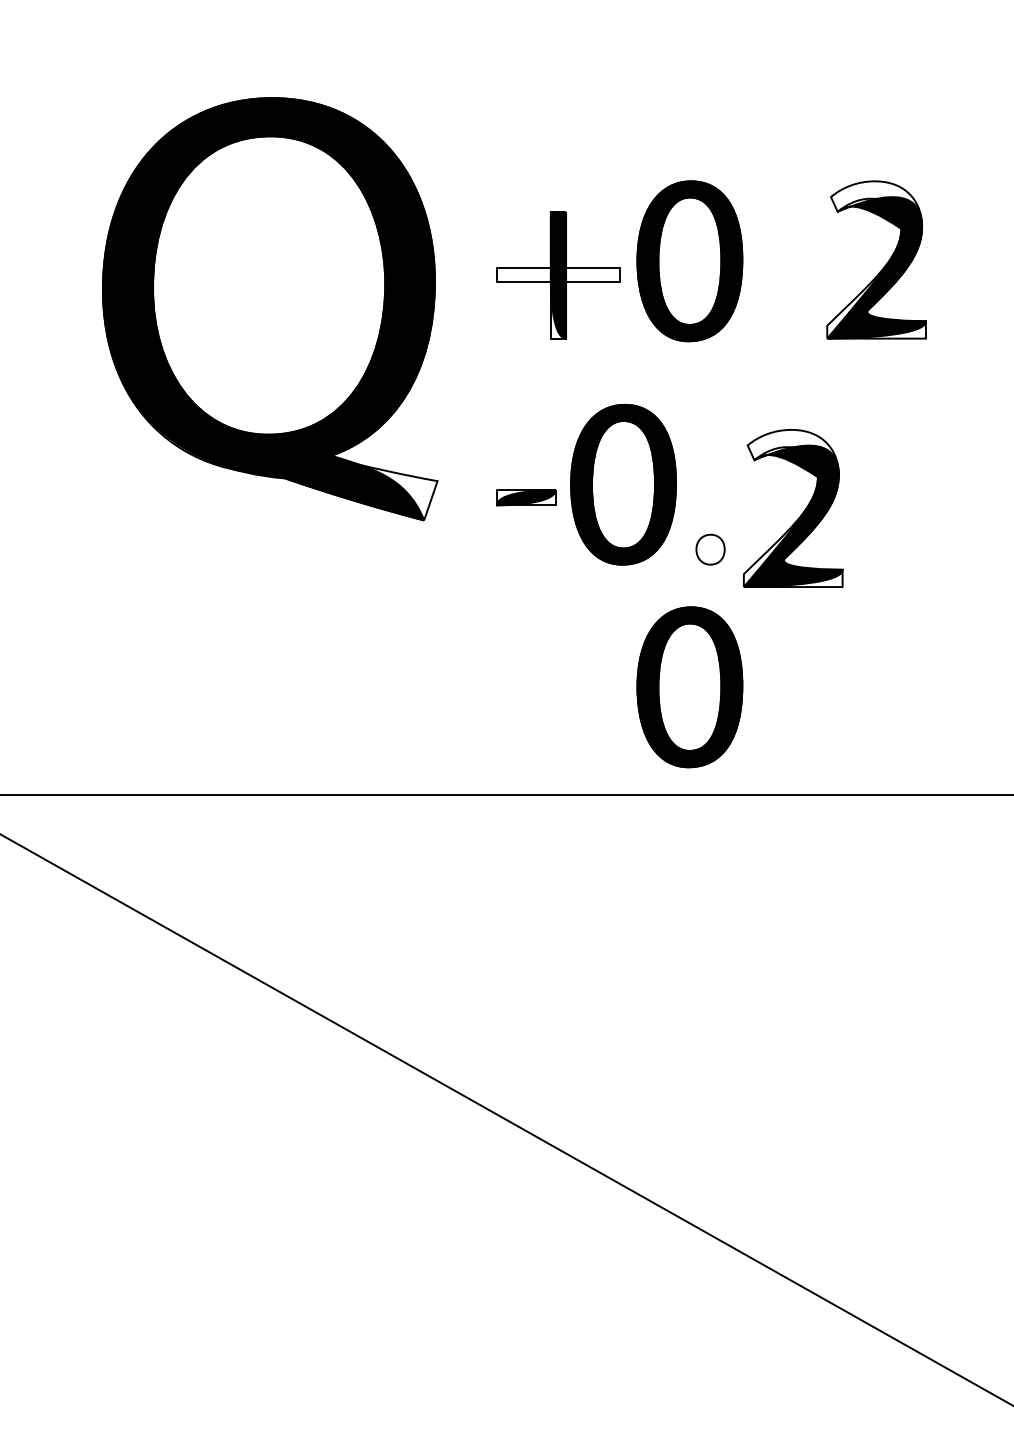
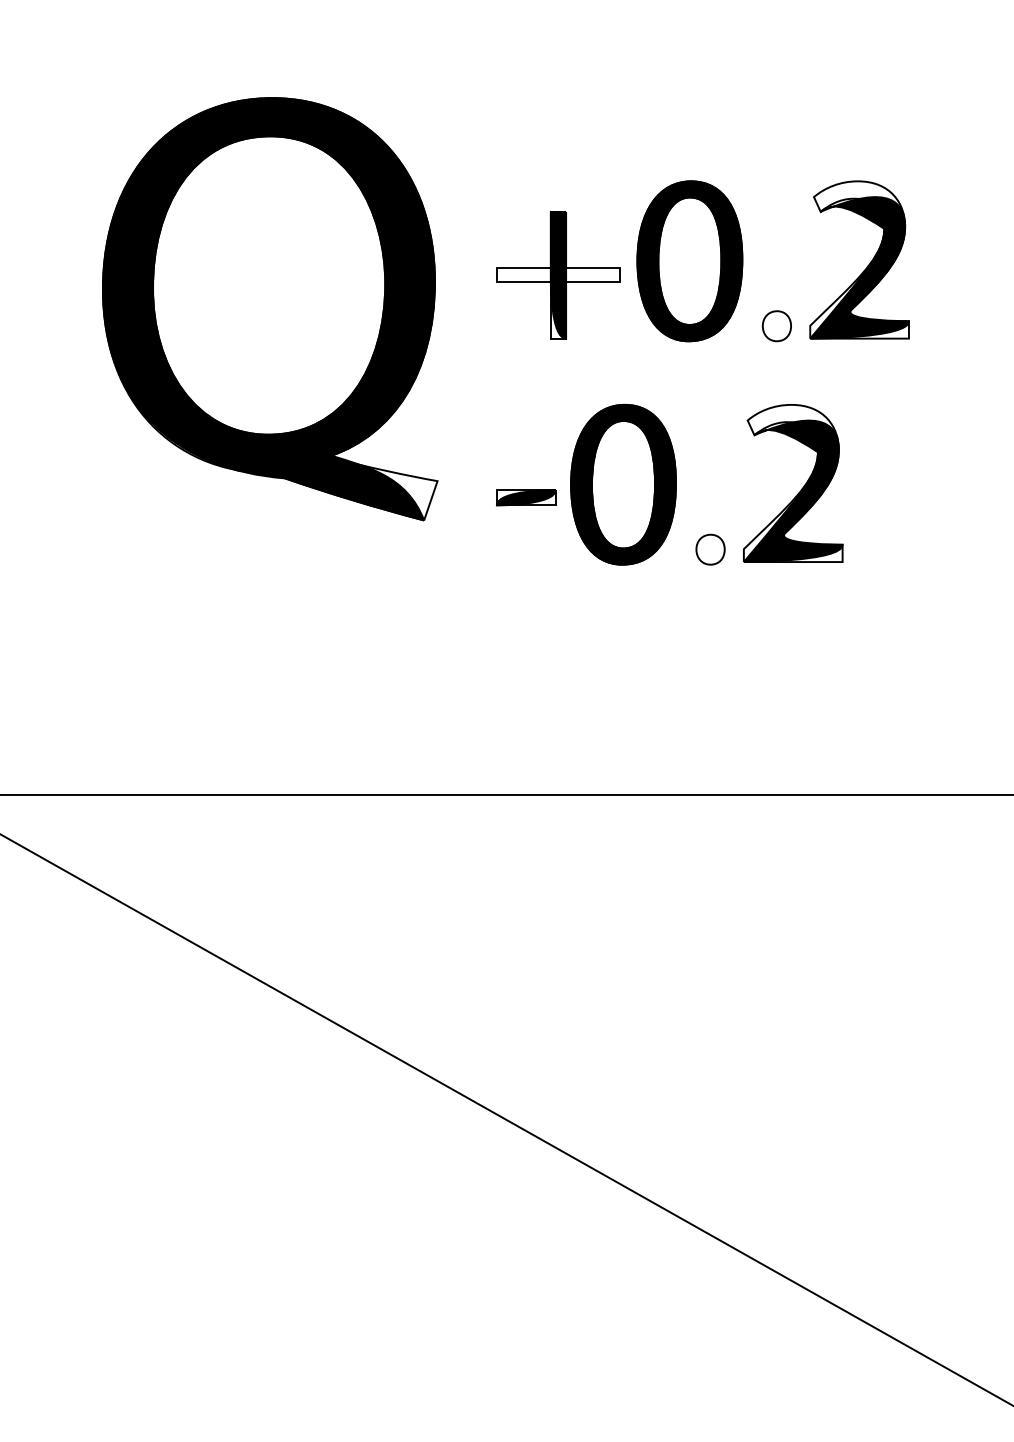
part at (884, 265) position: (884, 265) -> (867, 265)
part at (776, 326): none -> present
part at (801, 513) position: (801, 513) -> (801, 488)
part at (689, 687): present -> none
